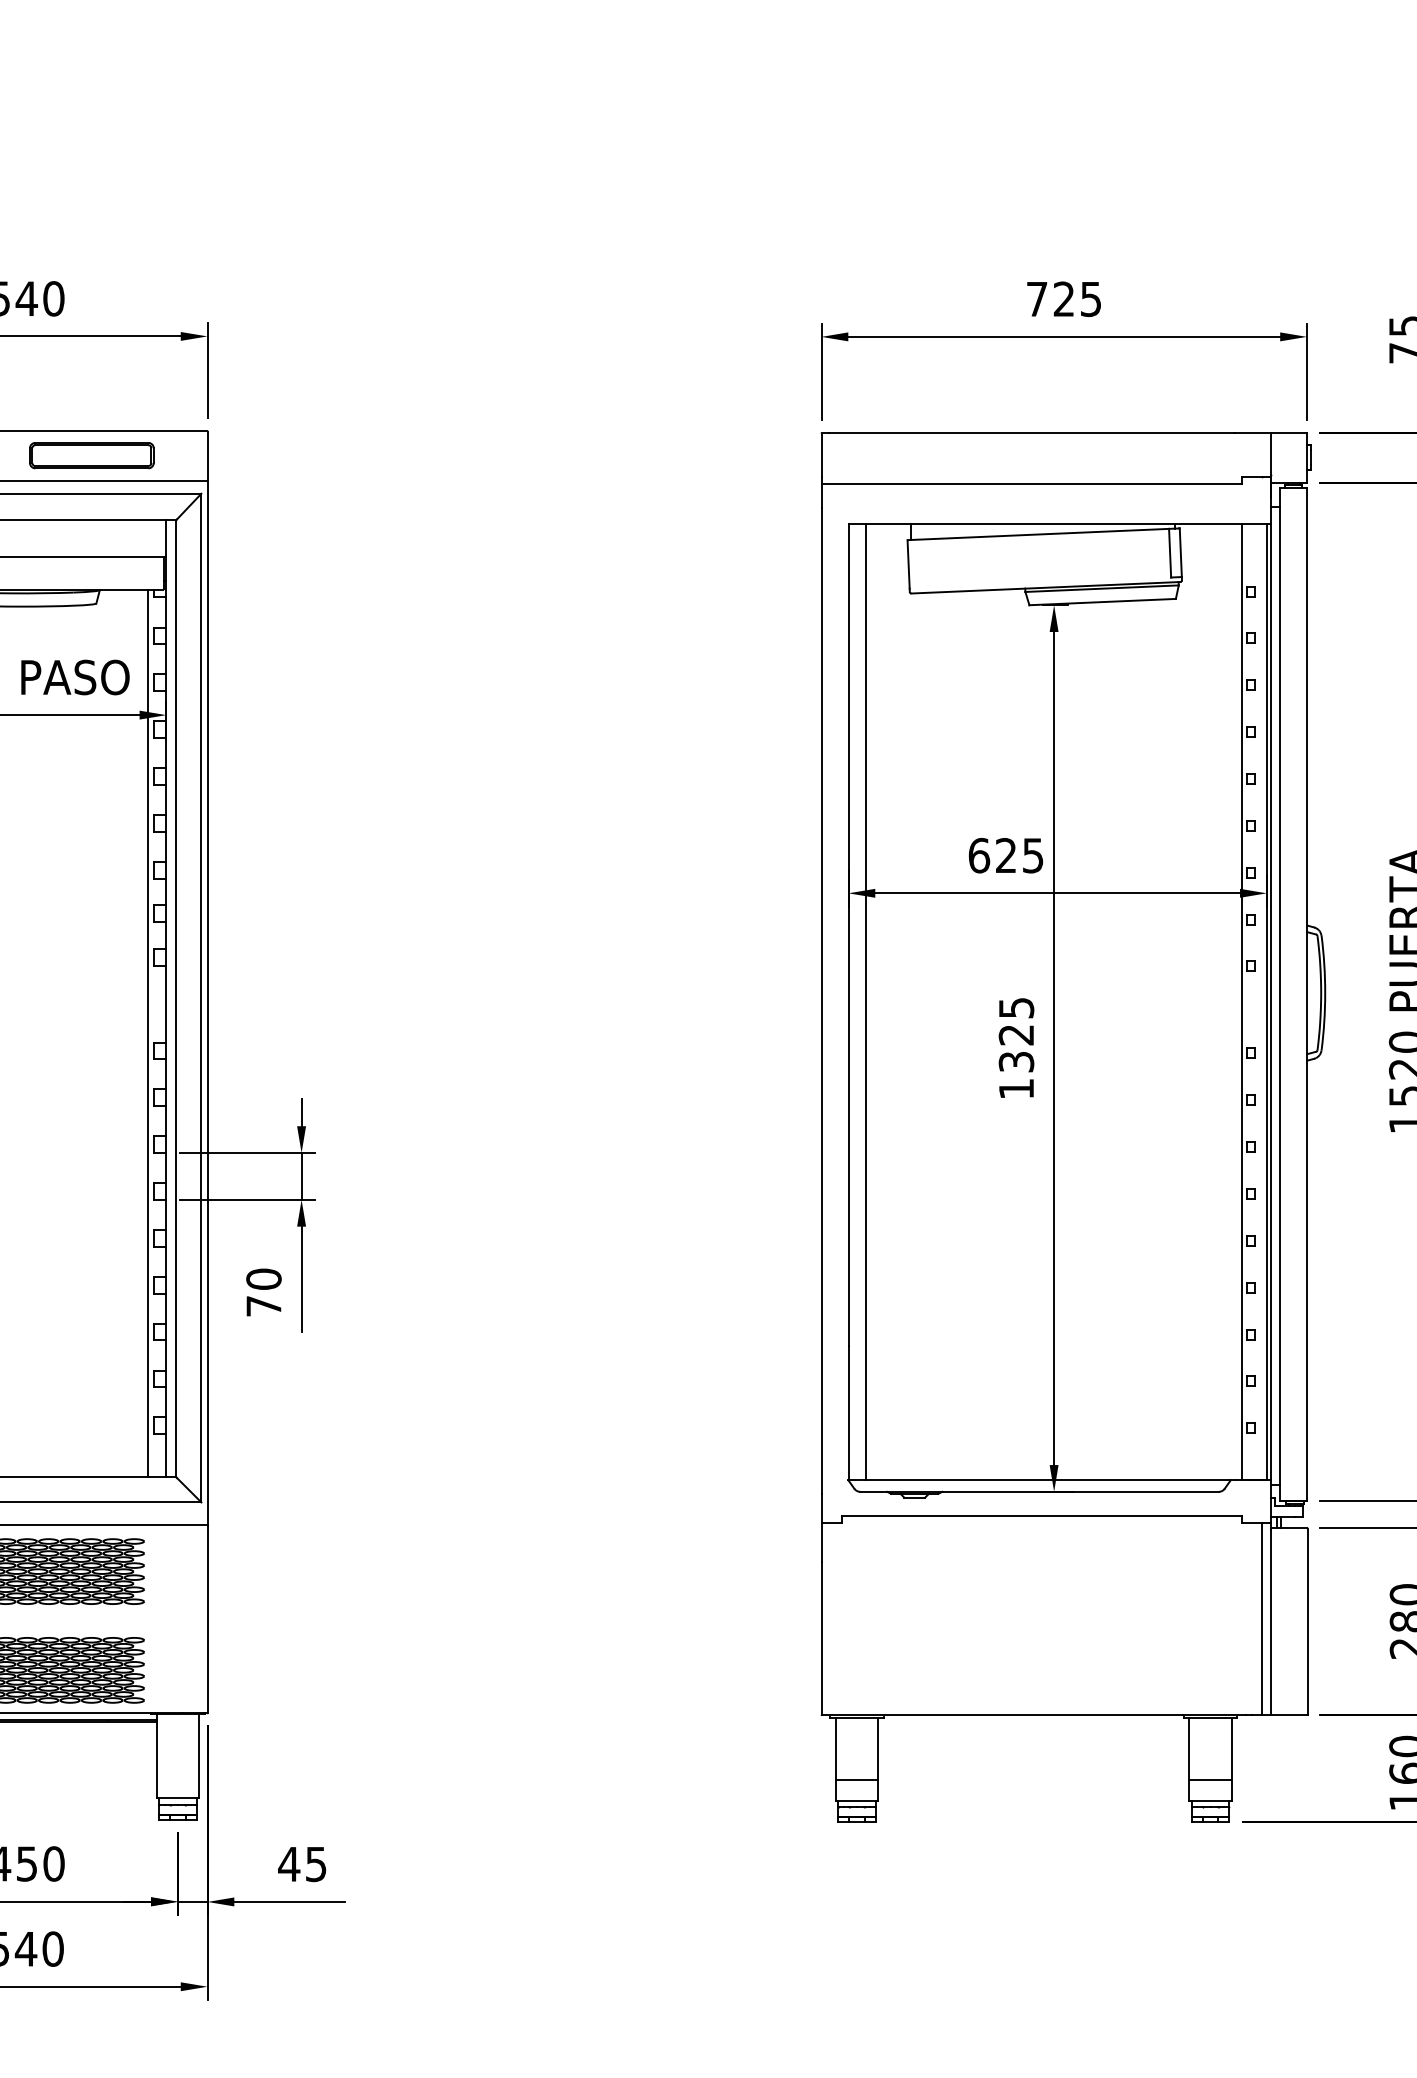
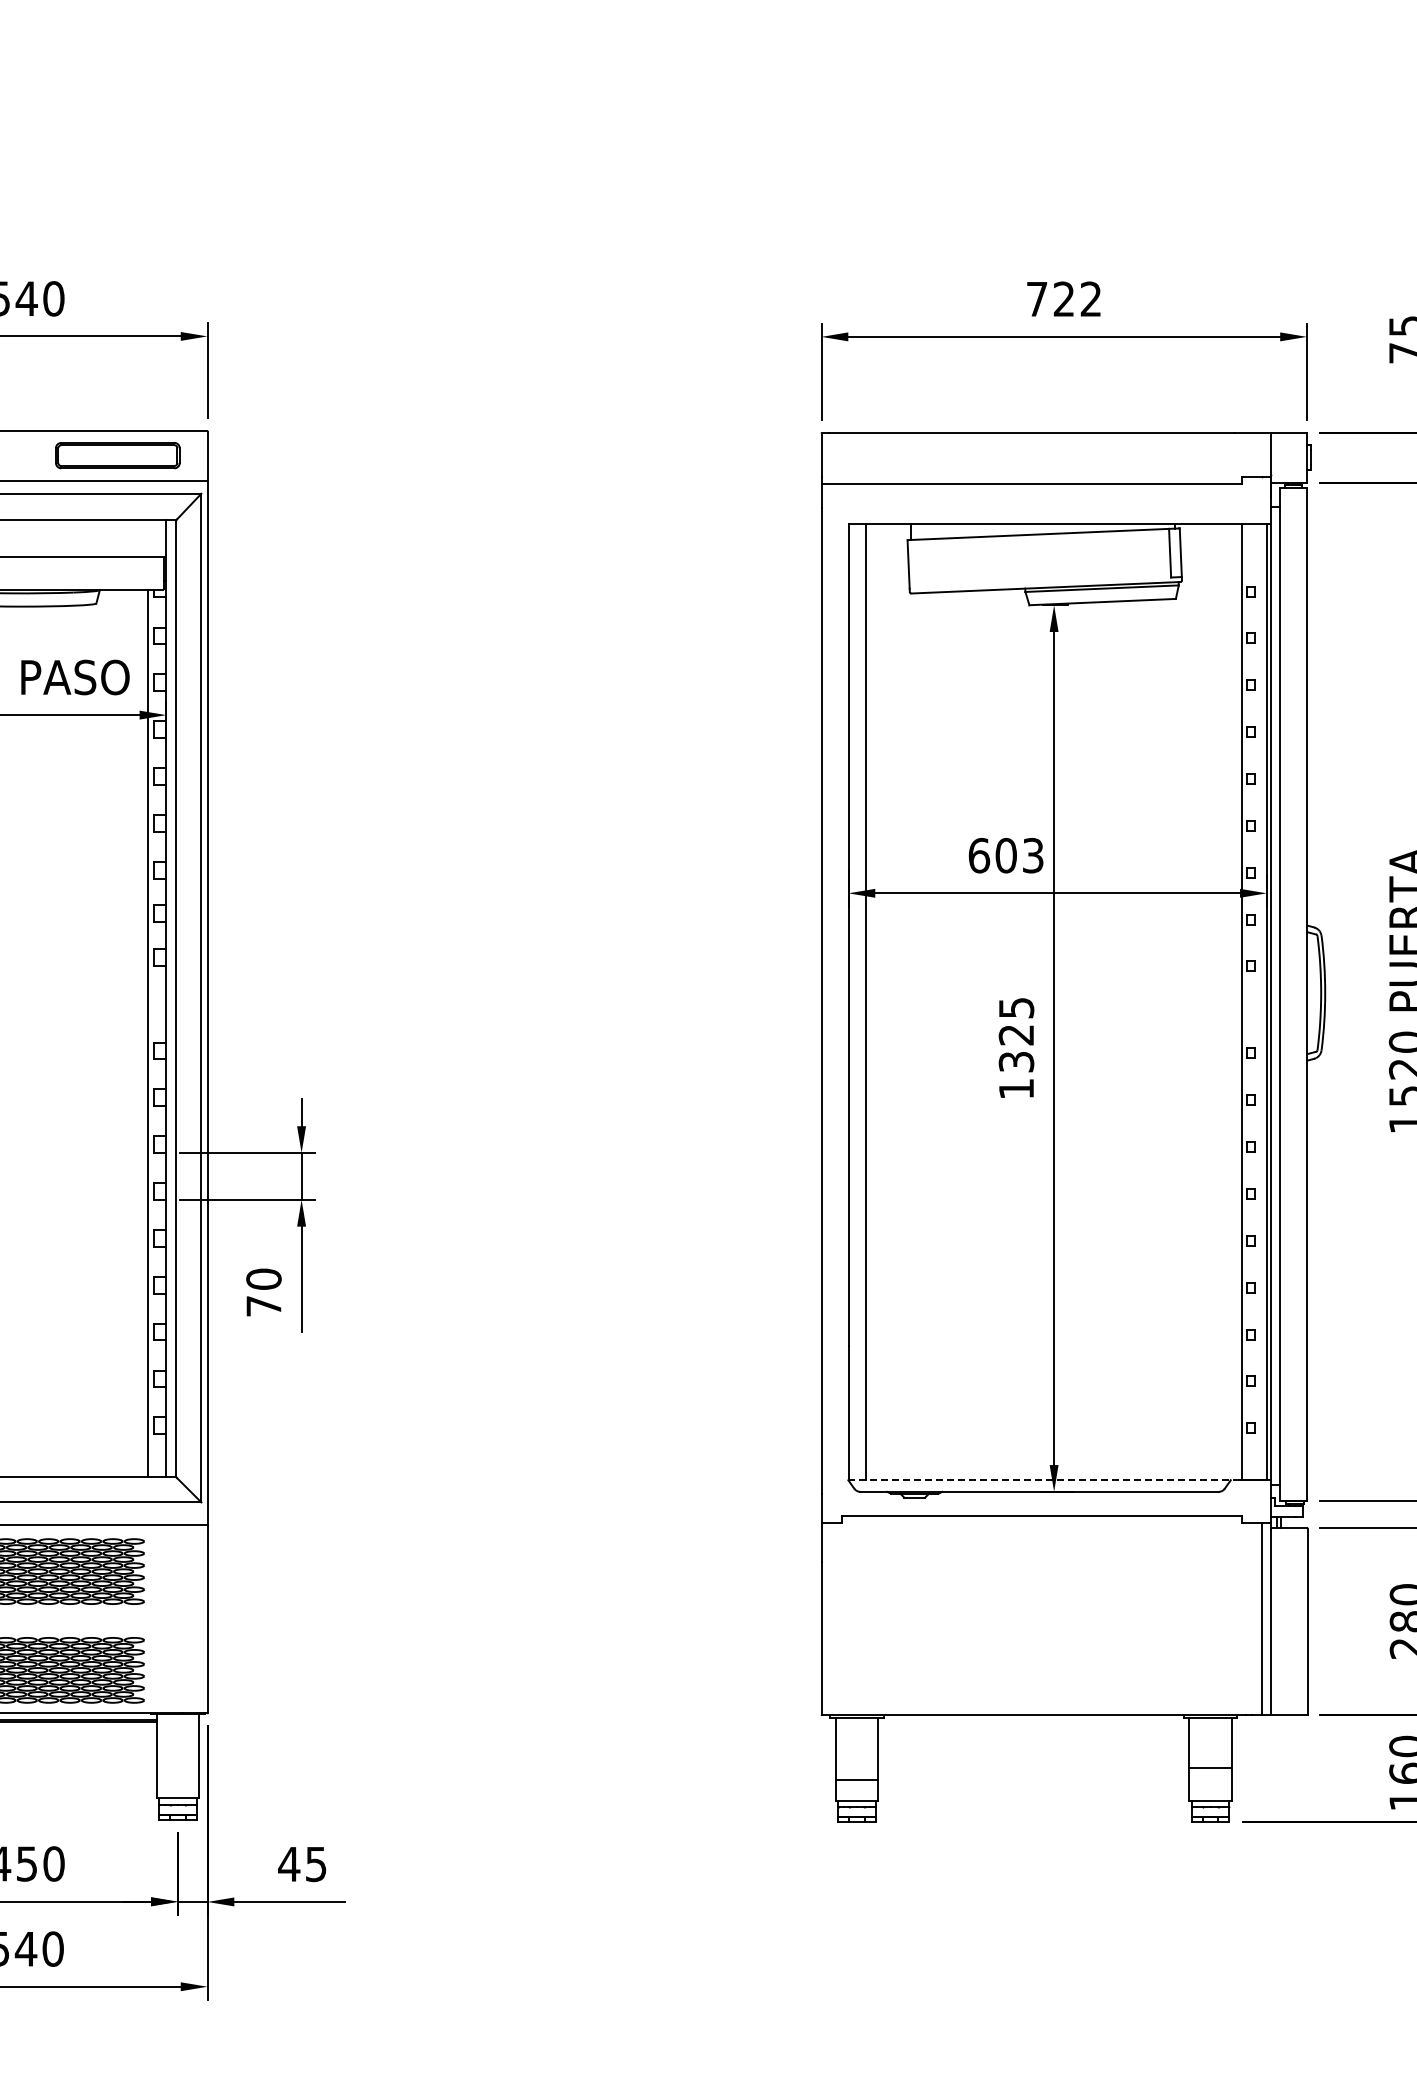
text at (1090, 299): 725 -> 722
part at (91, 455) position: (91, 455) -> (117, 455)
text at (1019, 855): 625 -> 603
line at (1041, 1480): solid -> dashed
line at (1210, 1780) position: (1210, 1780) -> (1210, 1768)
